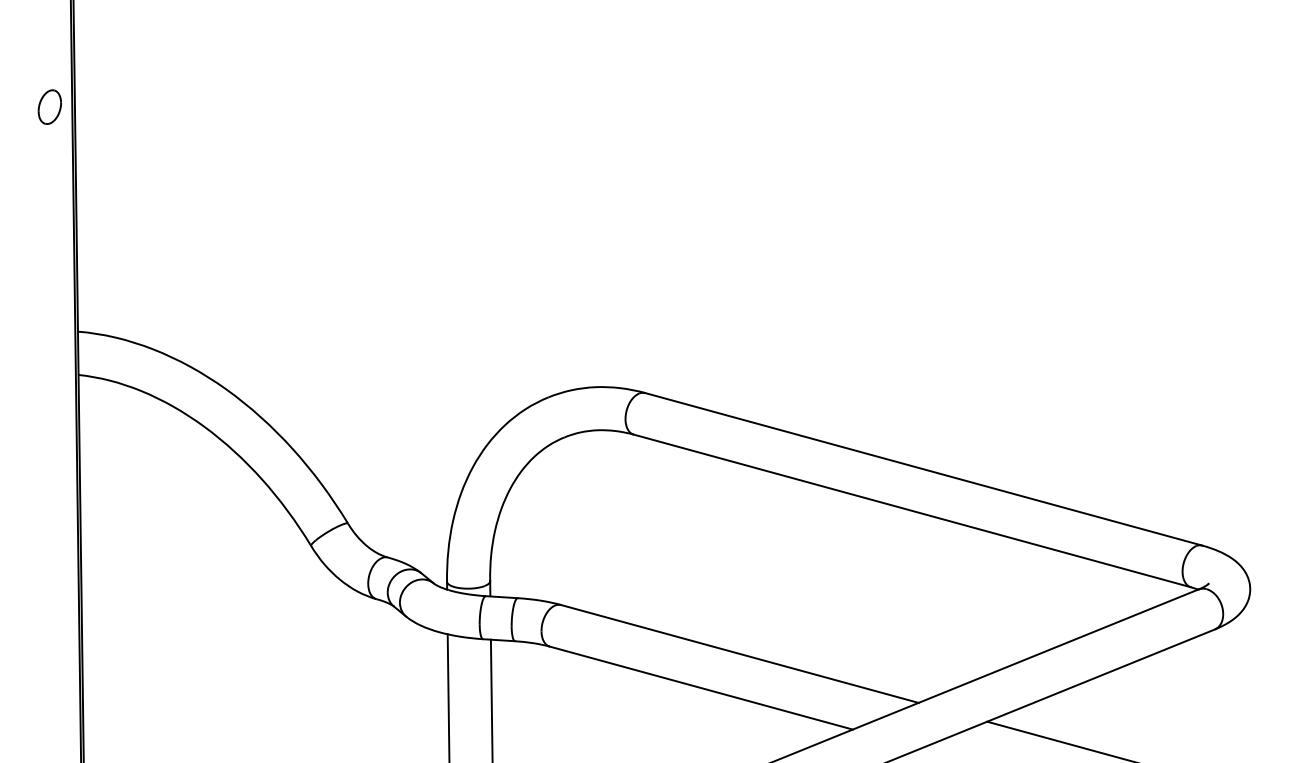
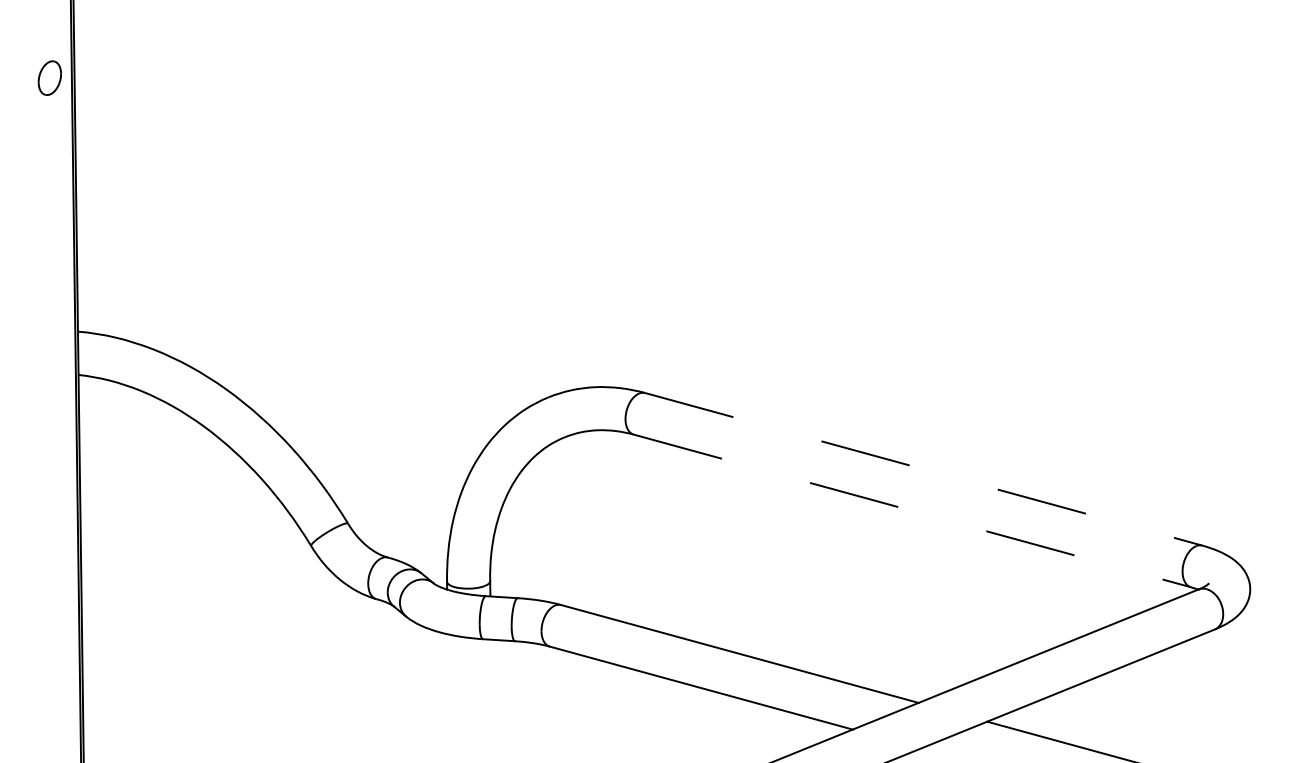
part at (49, 106) position: (49, 106) -> (49, 77)
line at (923, 469): solid -> dashed
line at (912, 510): solid -> dashed
line at (448, 696): present -> none
line at (491, 699): present -> none
